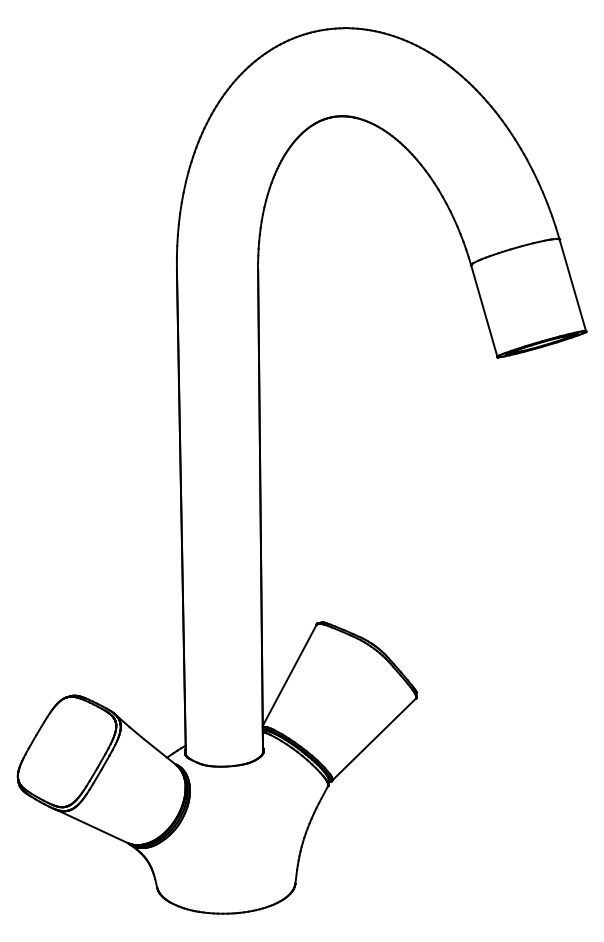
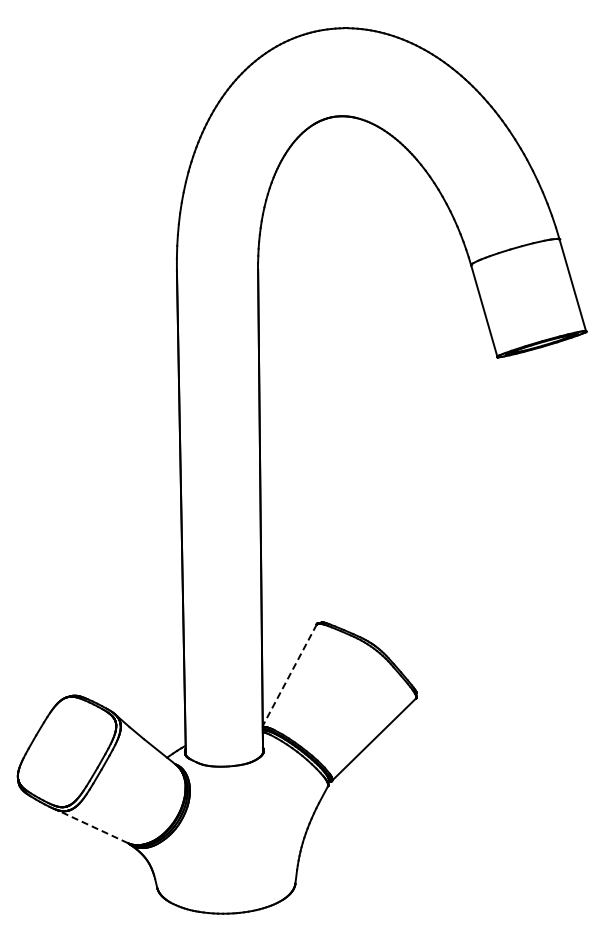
line at (289, 675): solid -> dashed
line at (92, 826): solid -> dashed
